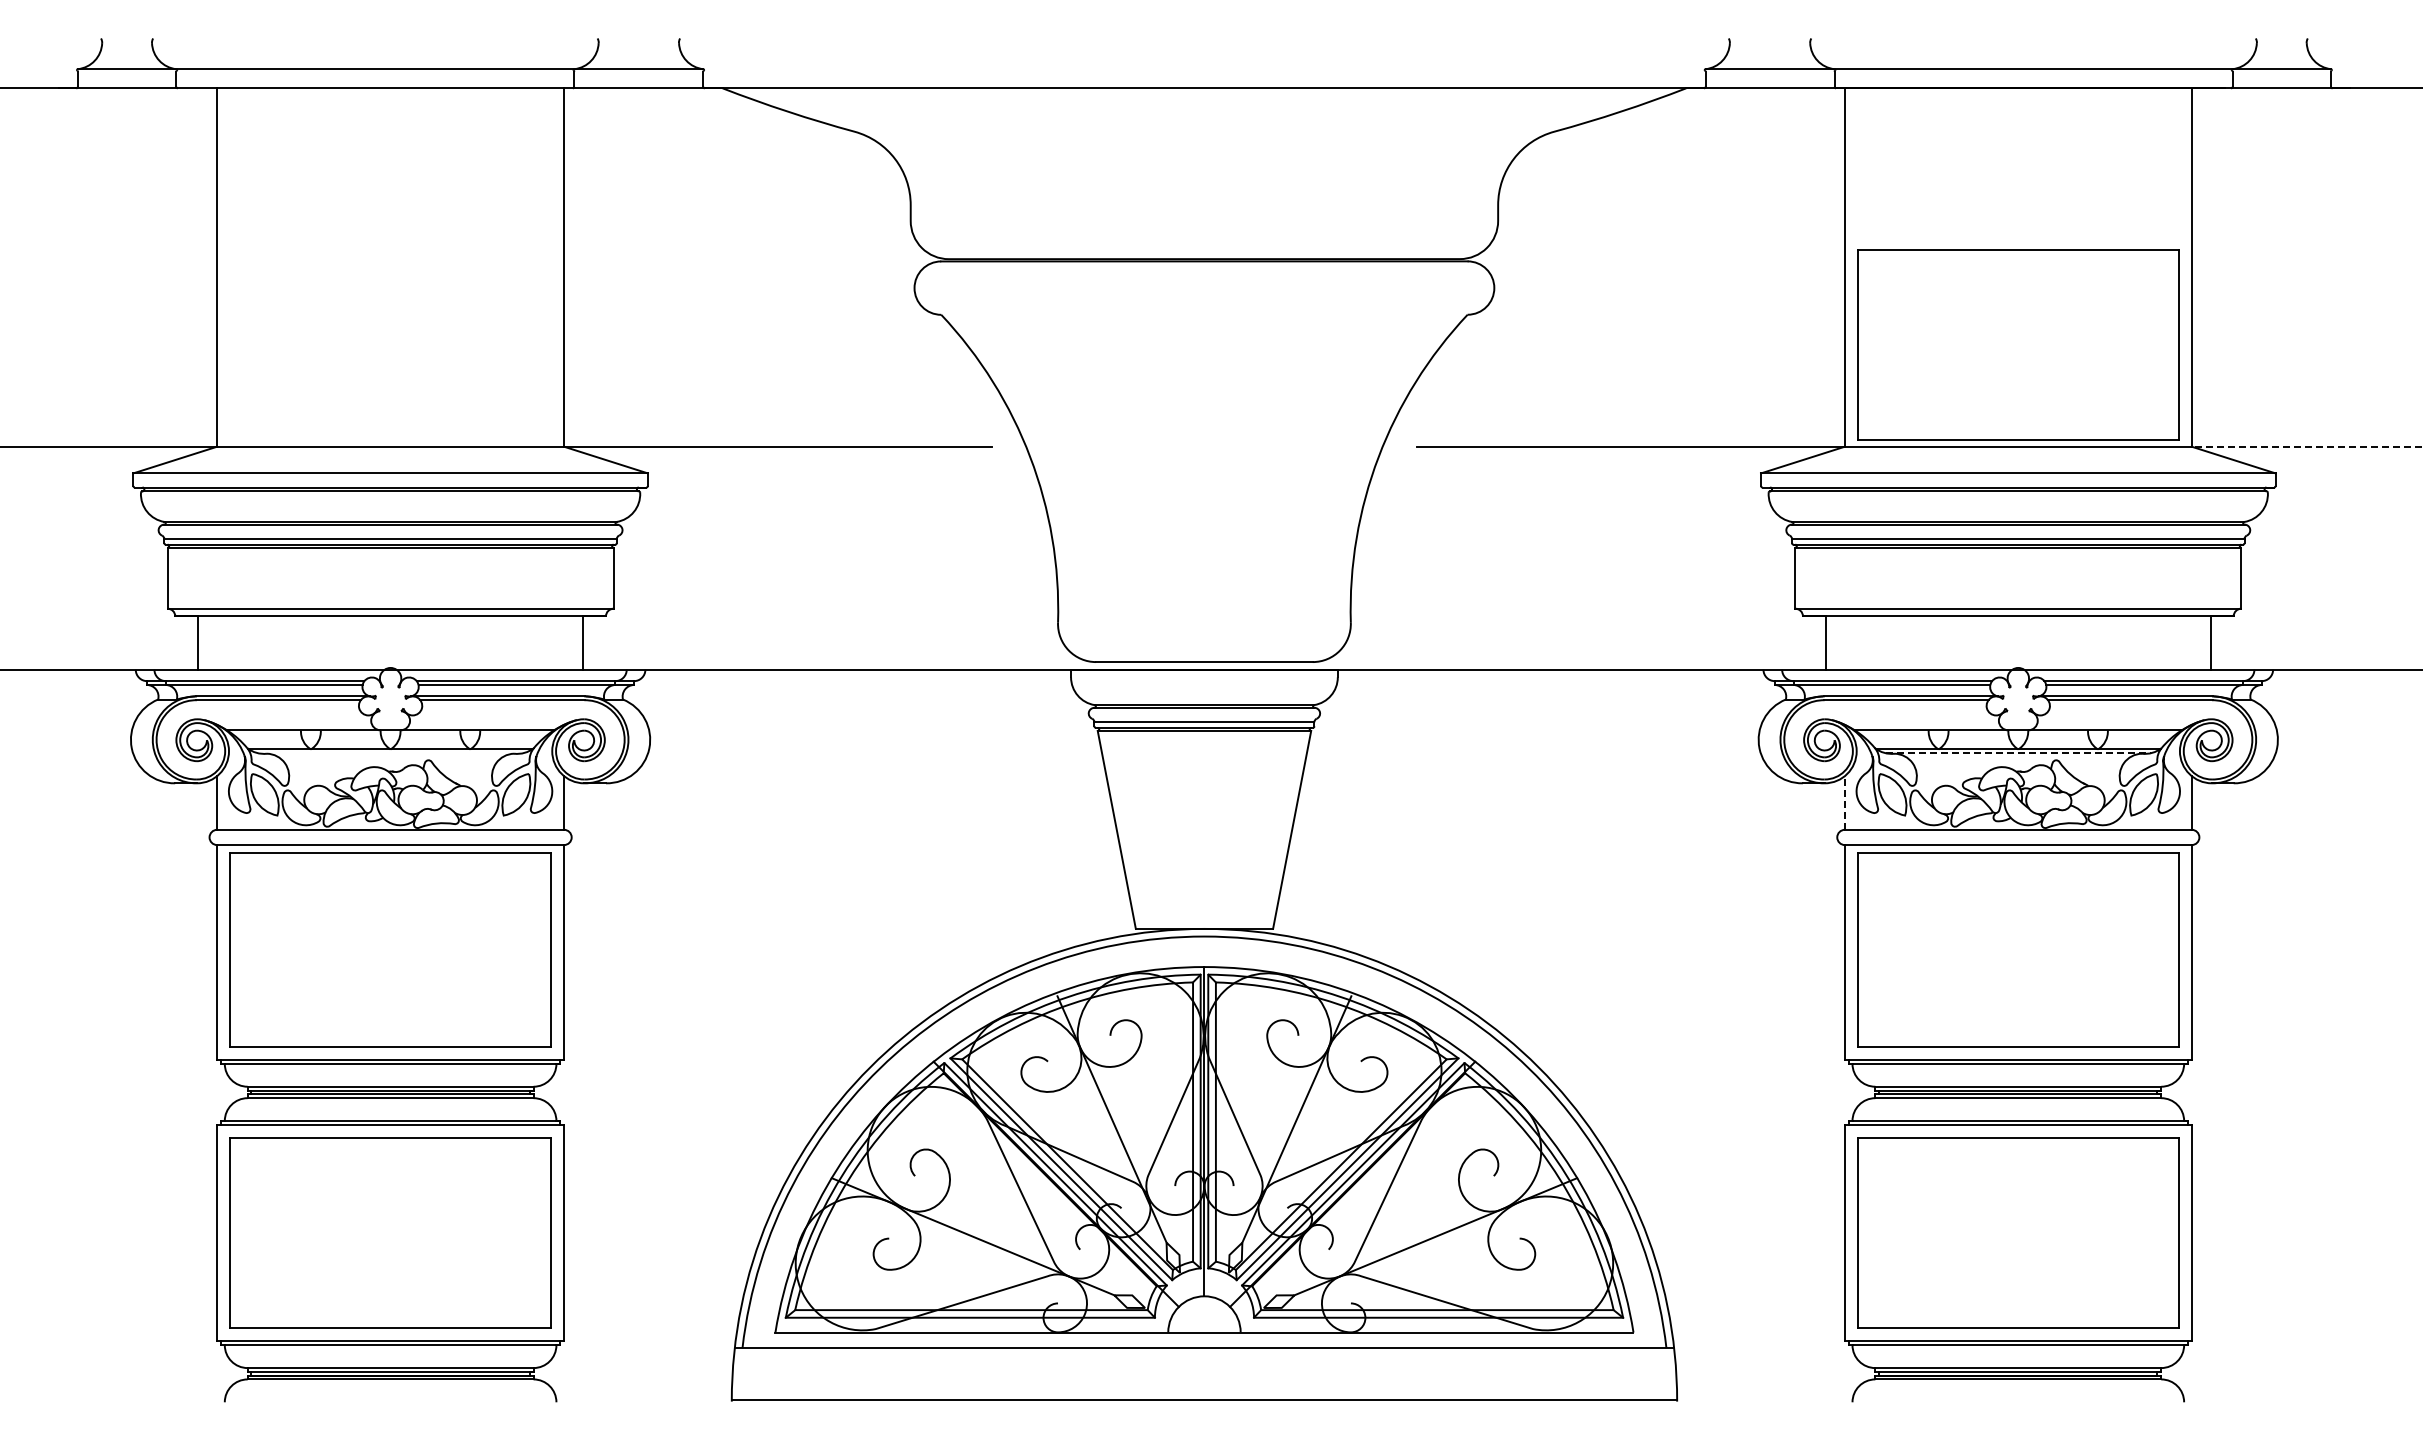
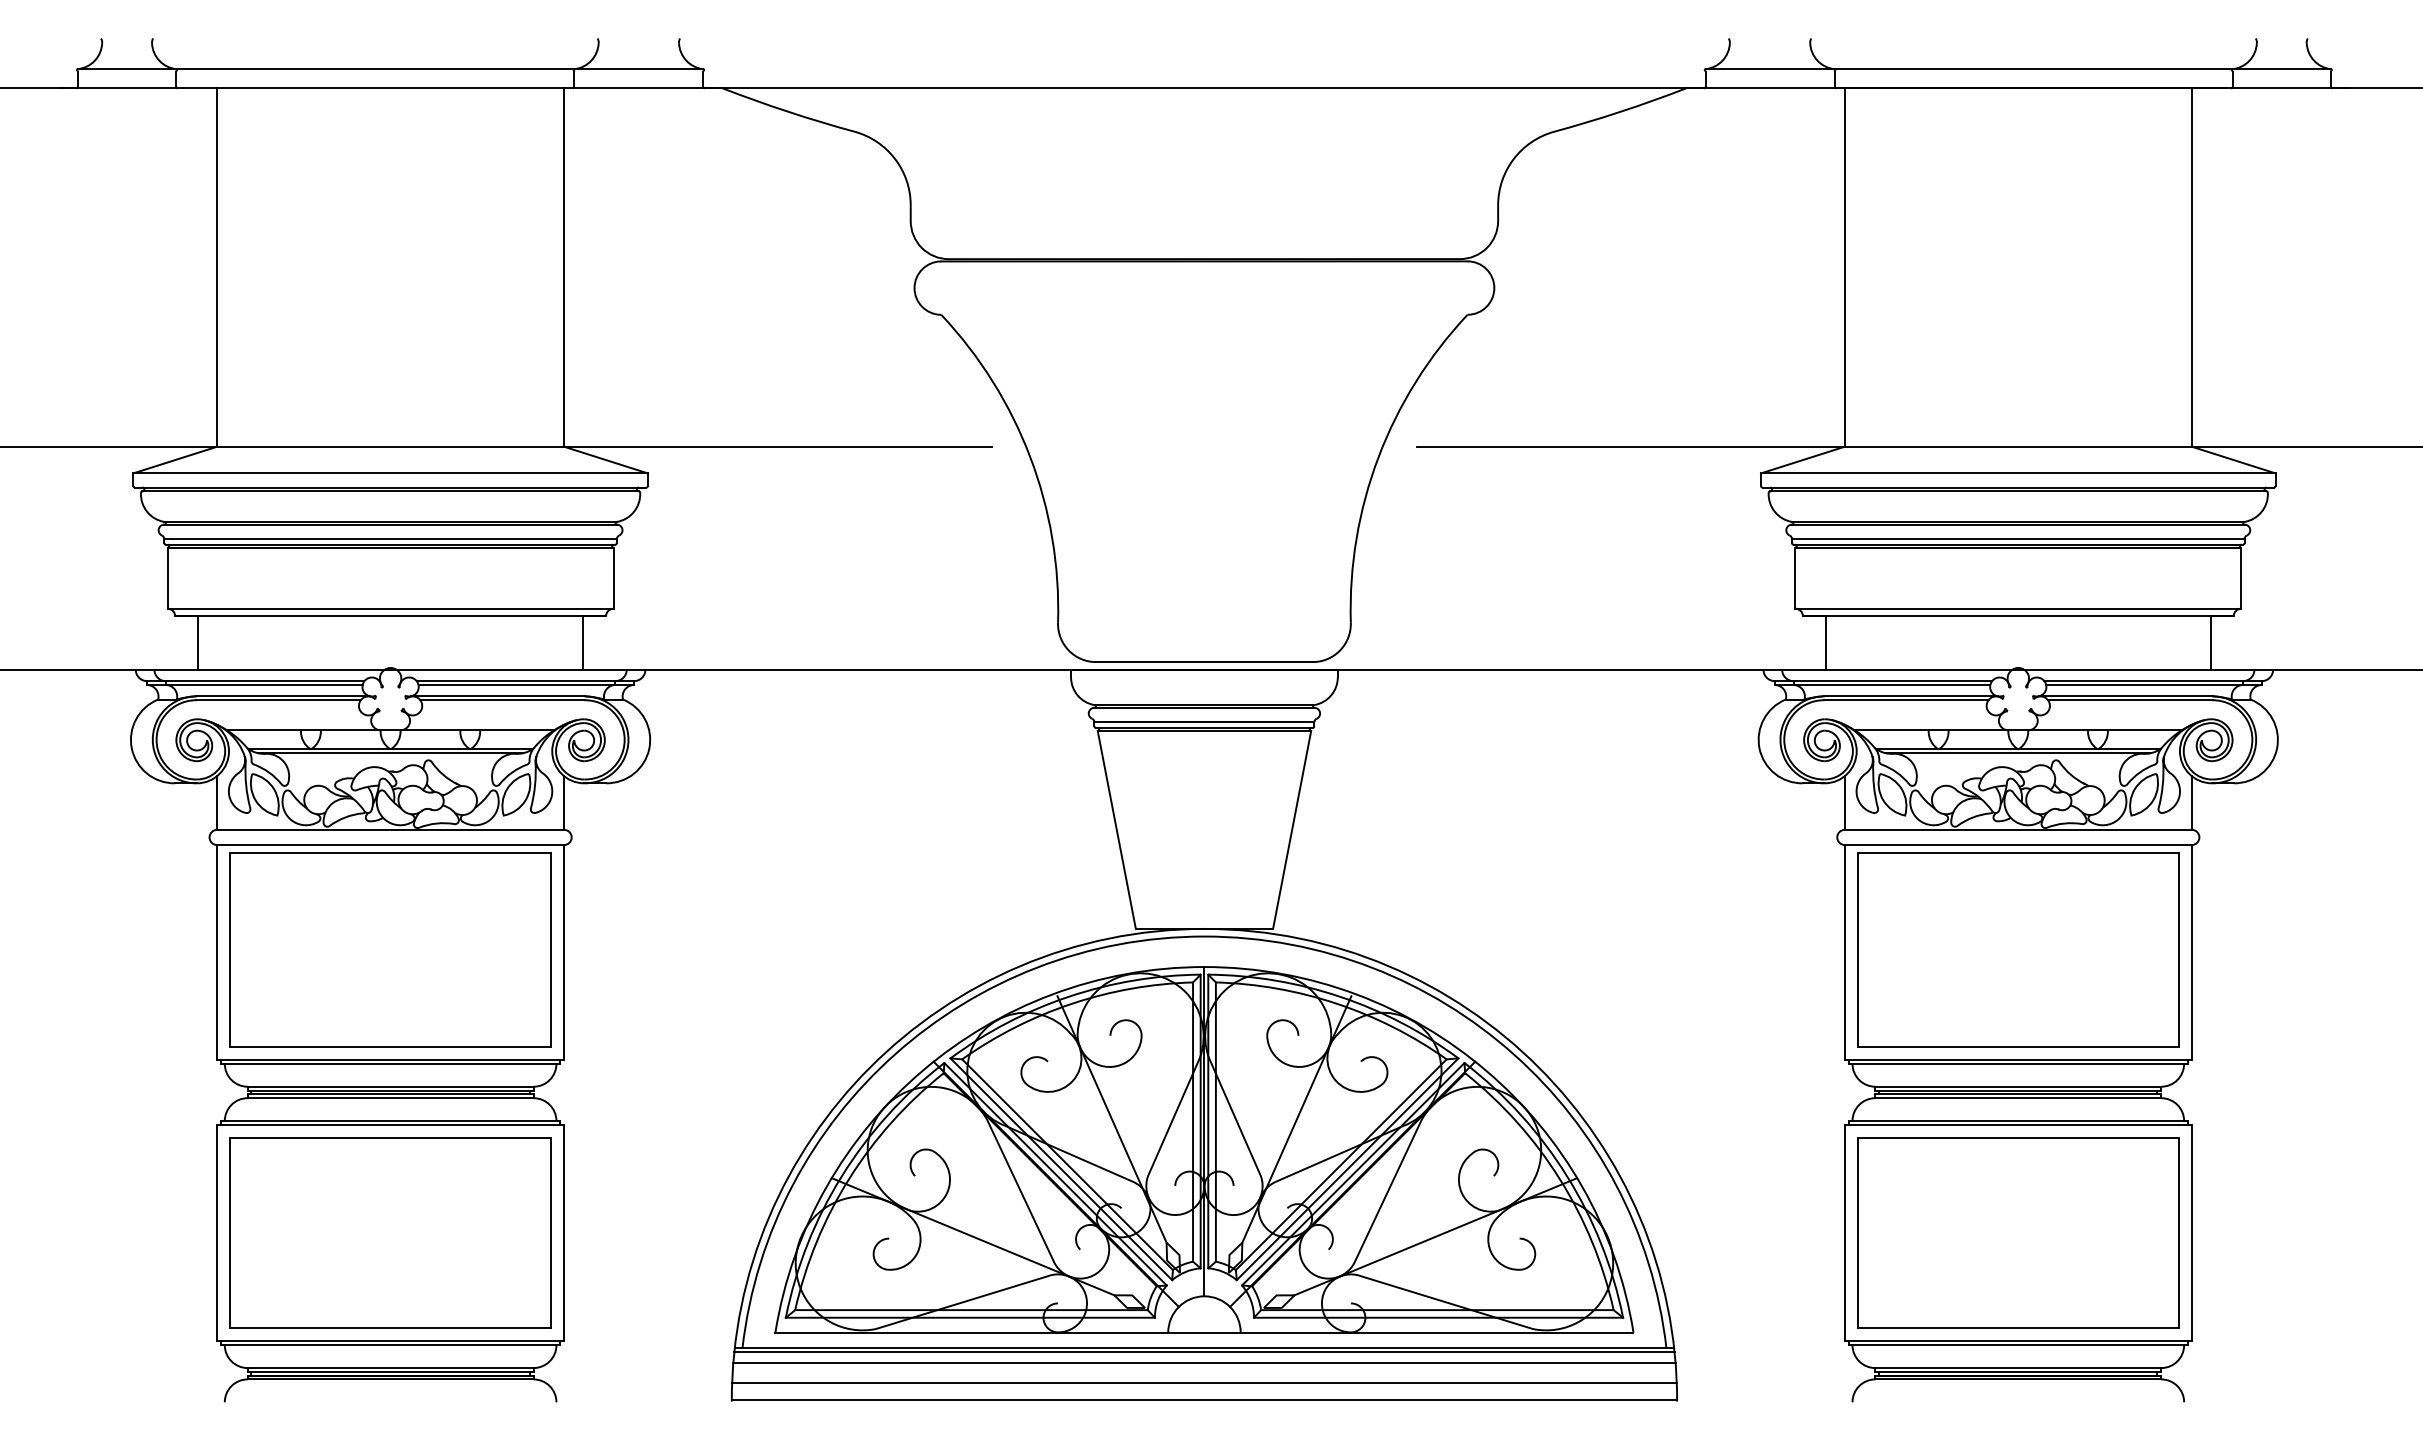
part at (2018, 344): present -> none
line at (2306, 446): dashed -> solid
line at (390, 753): none -> present
line at (2018, 753): dashed -> solid
line at (1844, 802): dashed -> solid
line at (1204, 1352): none -> present
line at (1204, 1363): none -> present
line at (1204, 1383): none -> present
